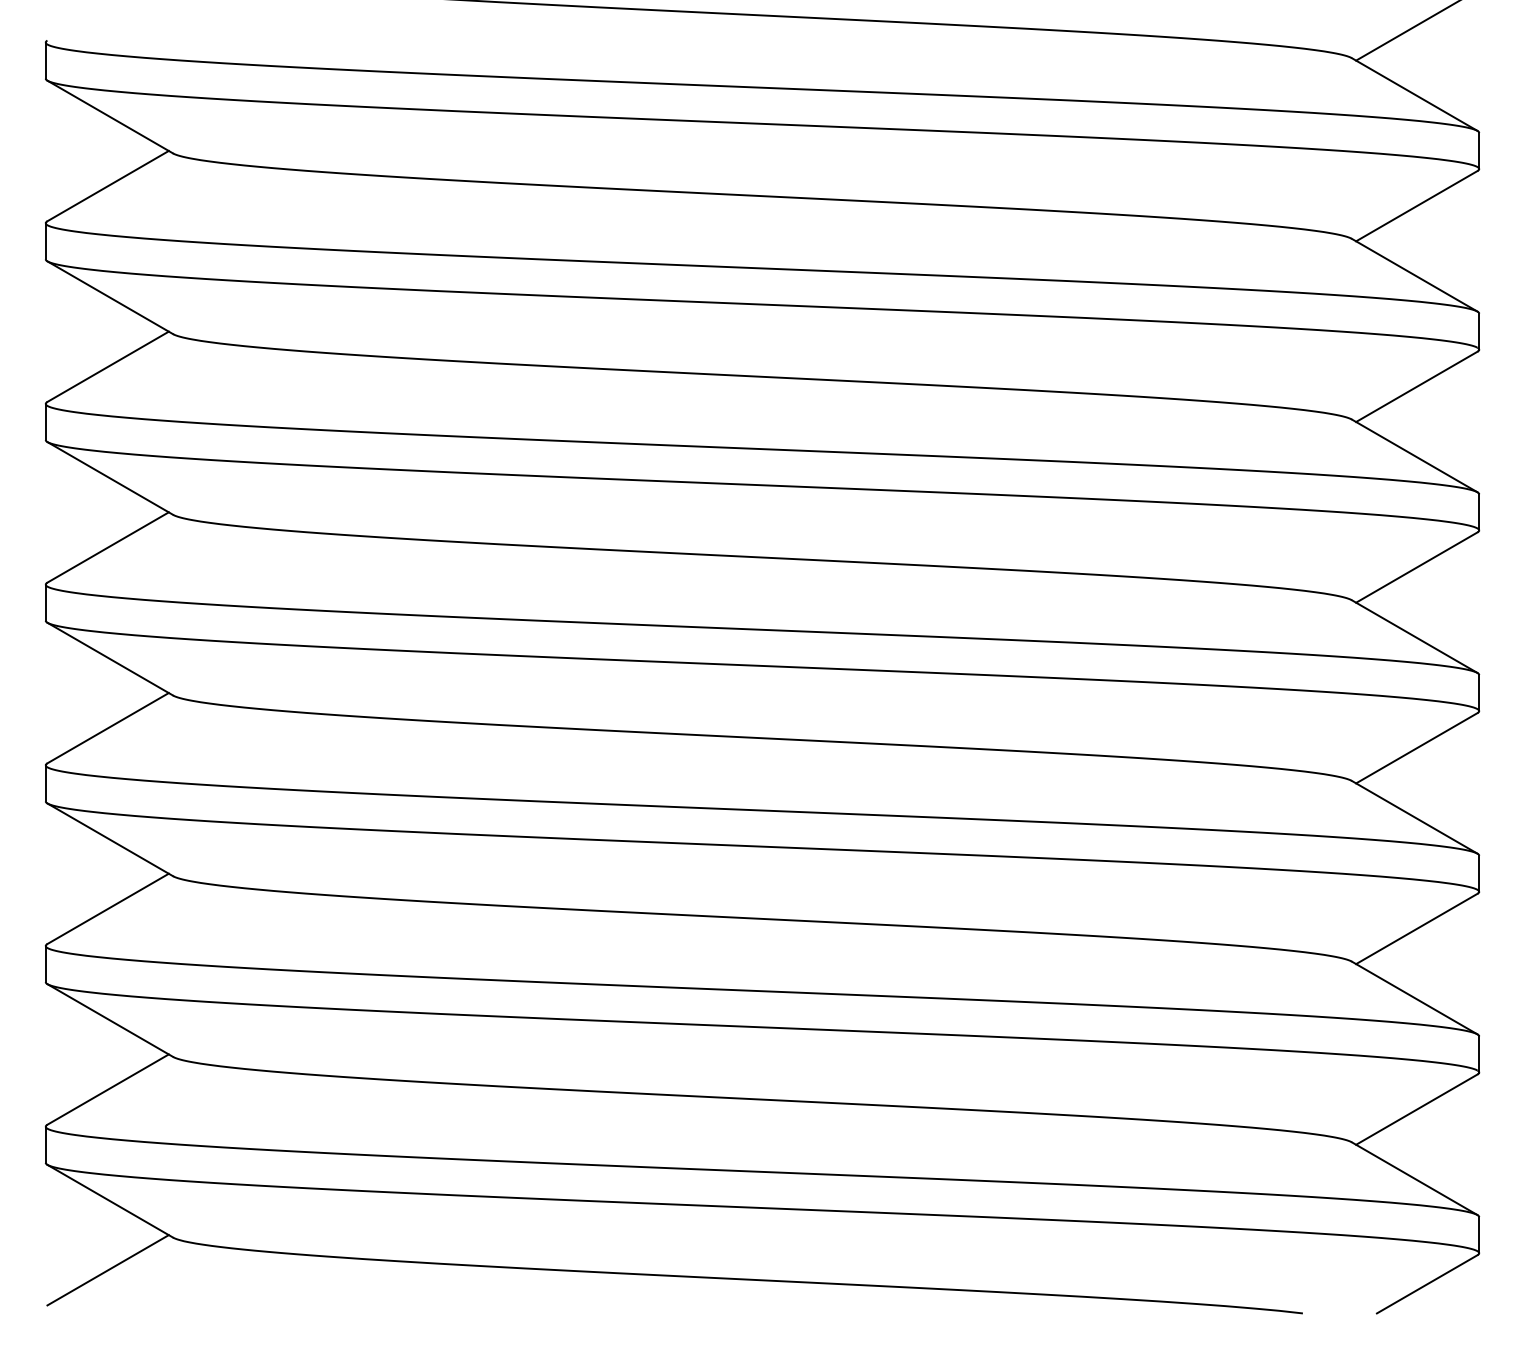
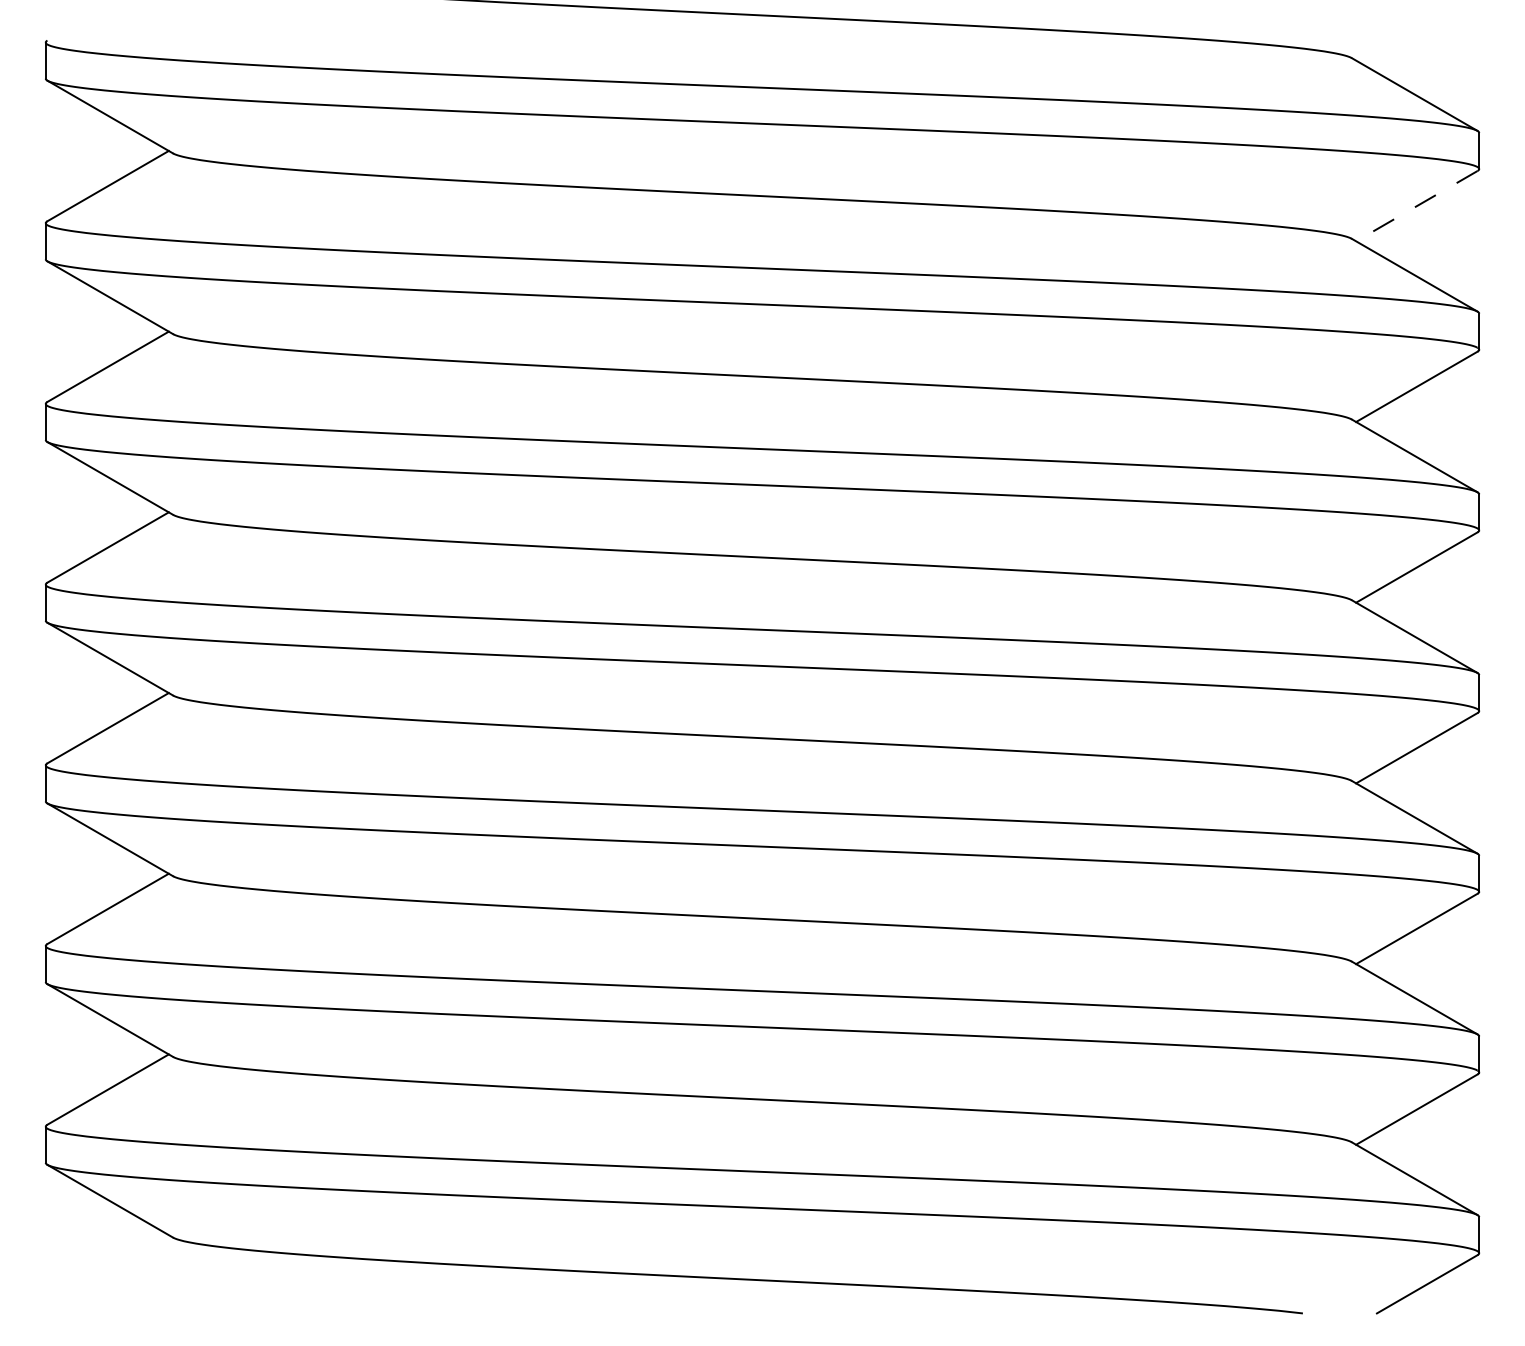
line at (1406, 31): present -> none
line at (1416, 206): solid -> dashed
line at (107, 1270): present -> none
